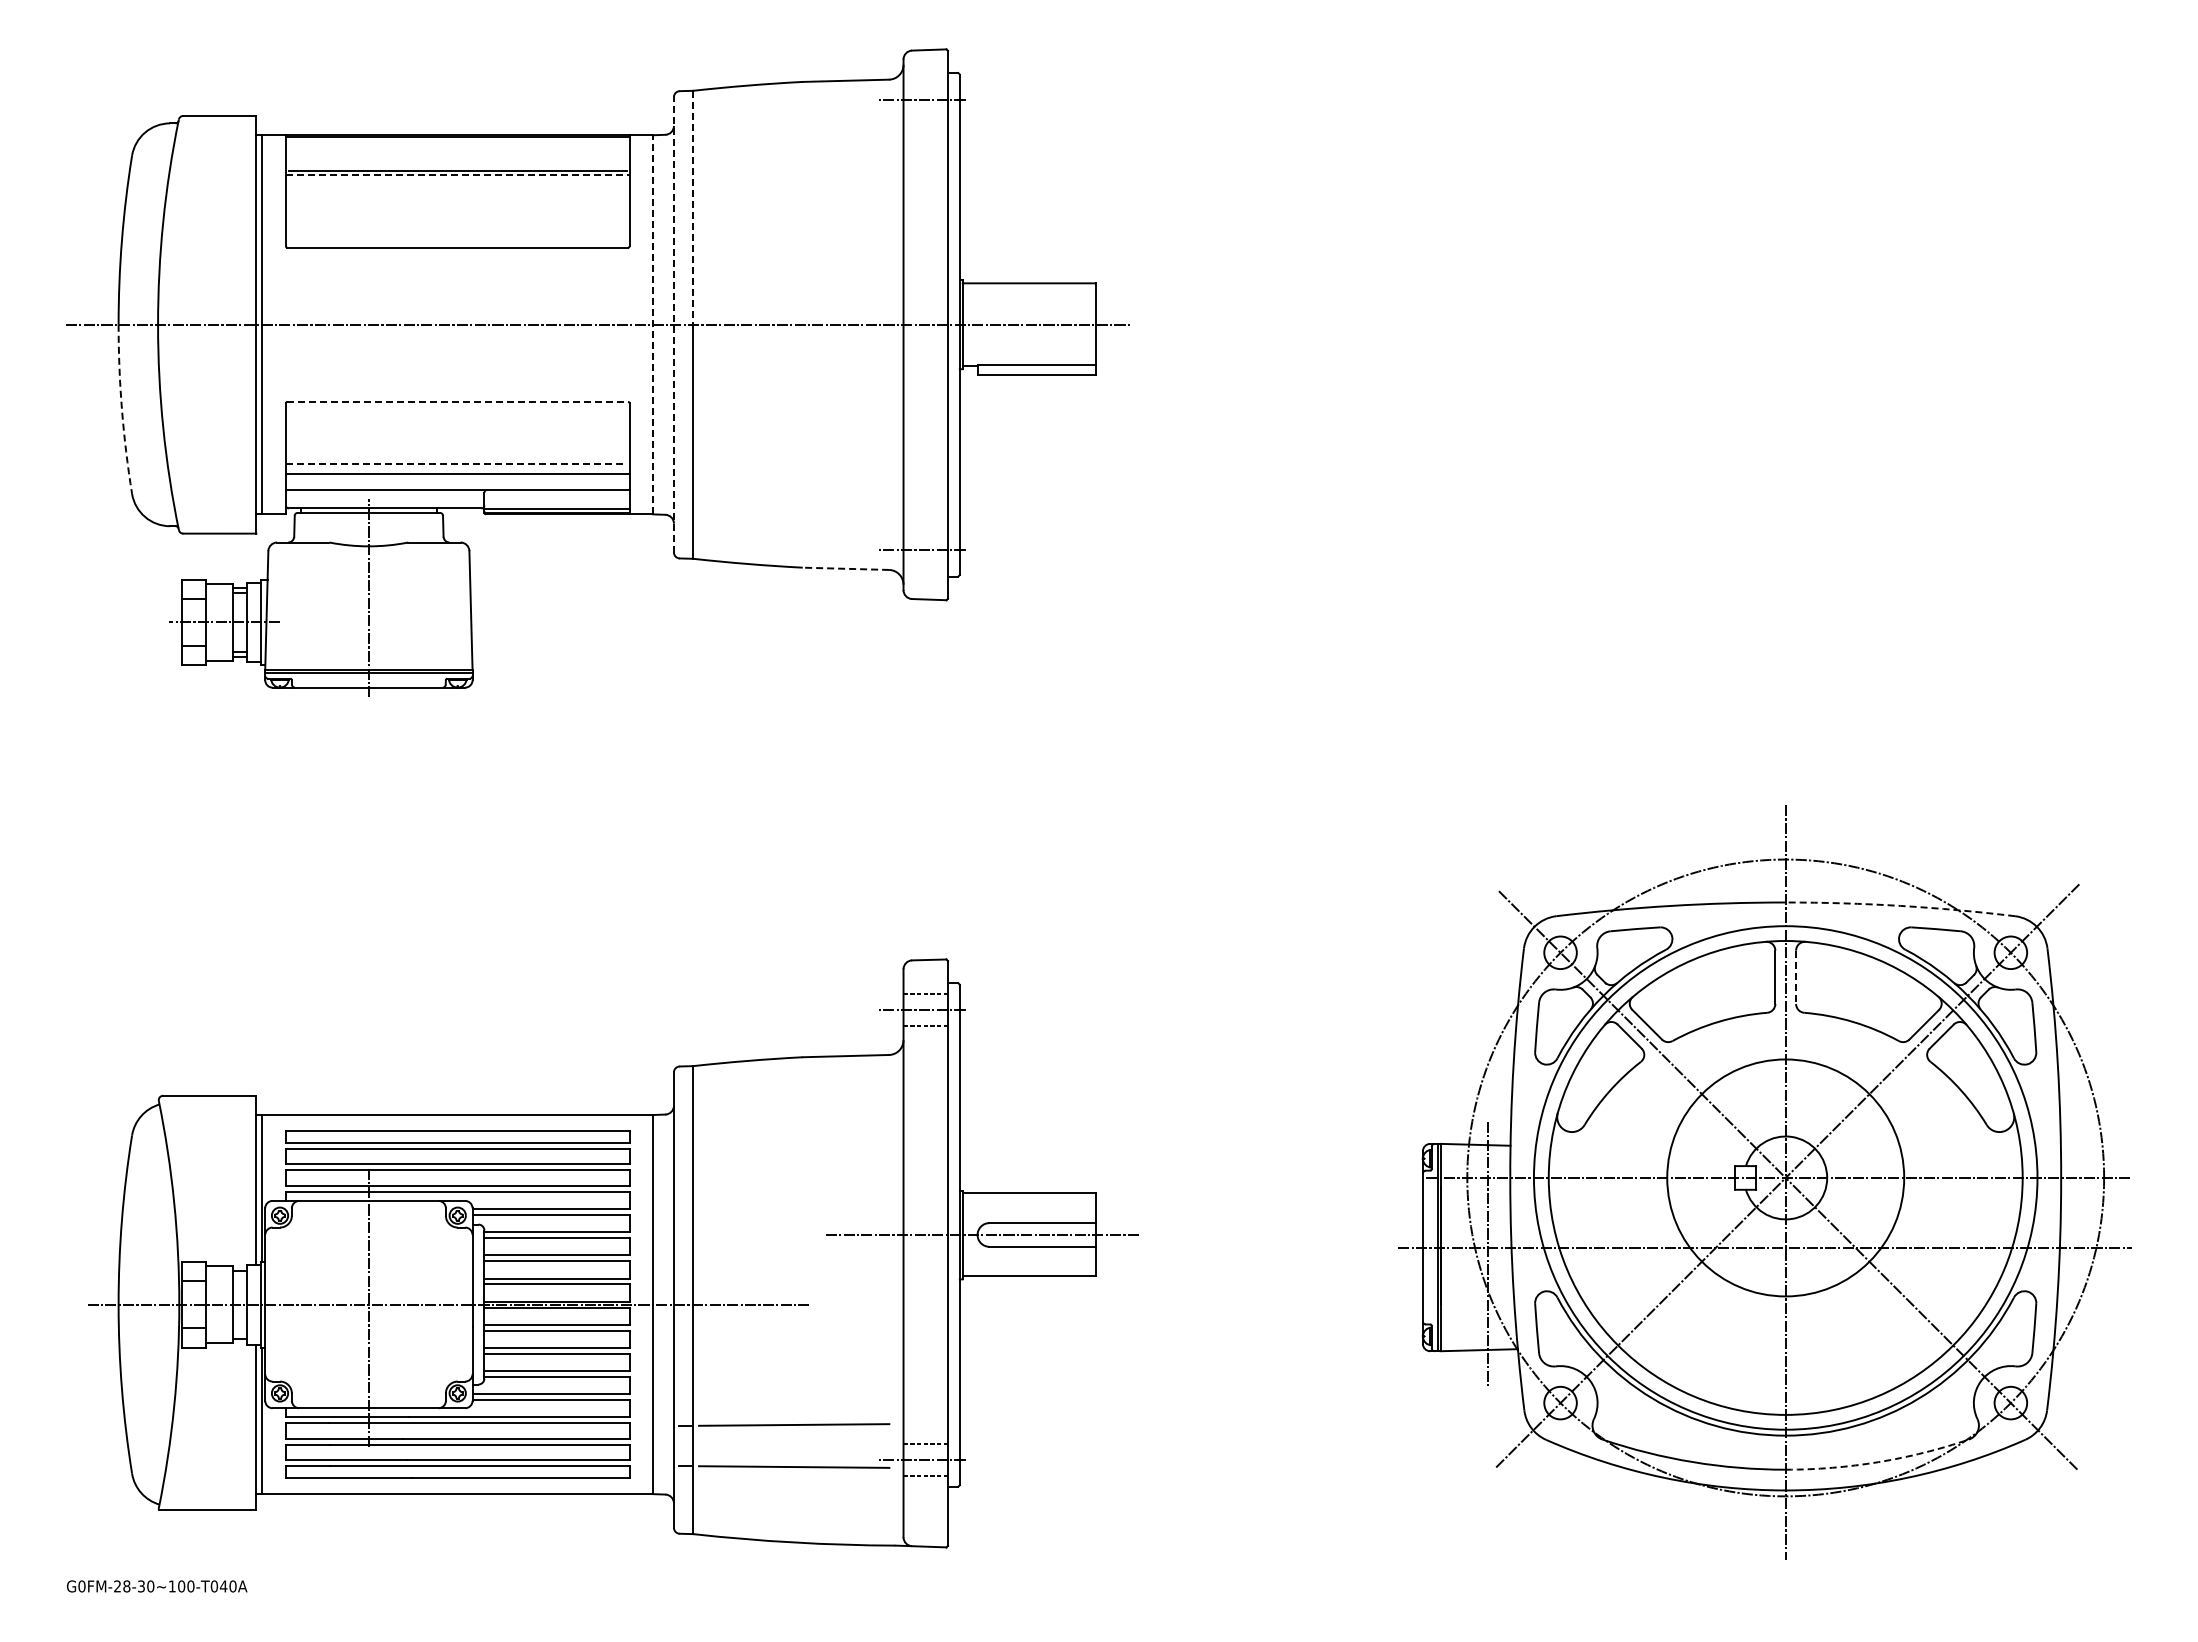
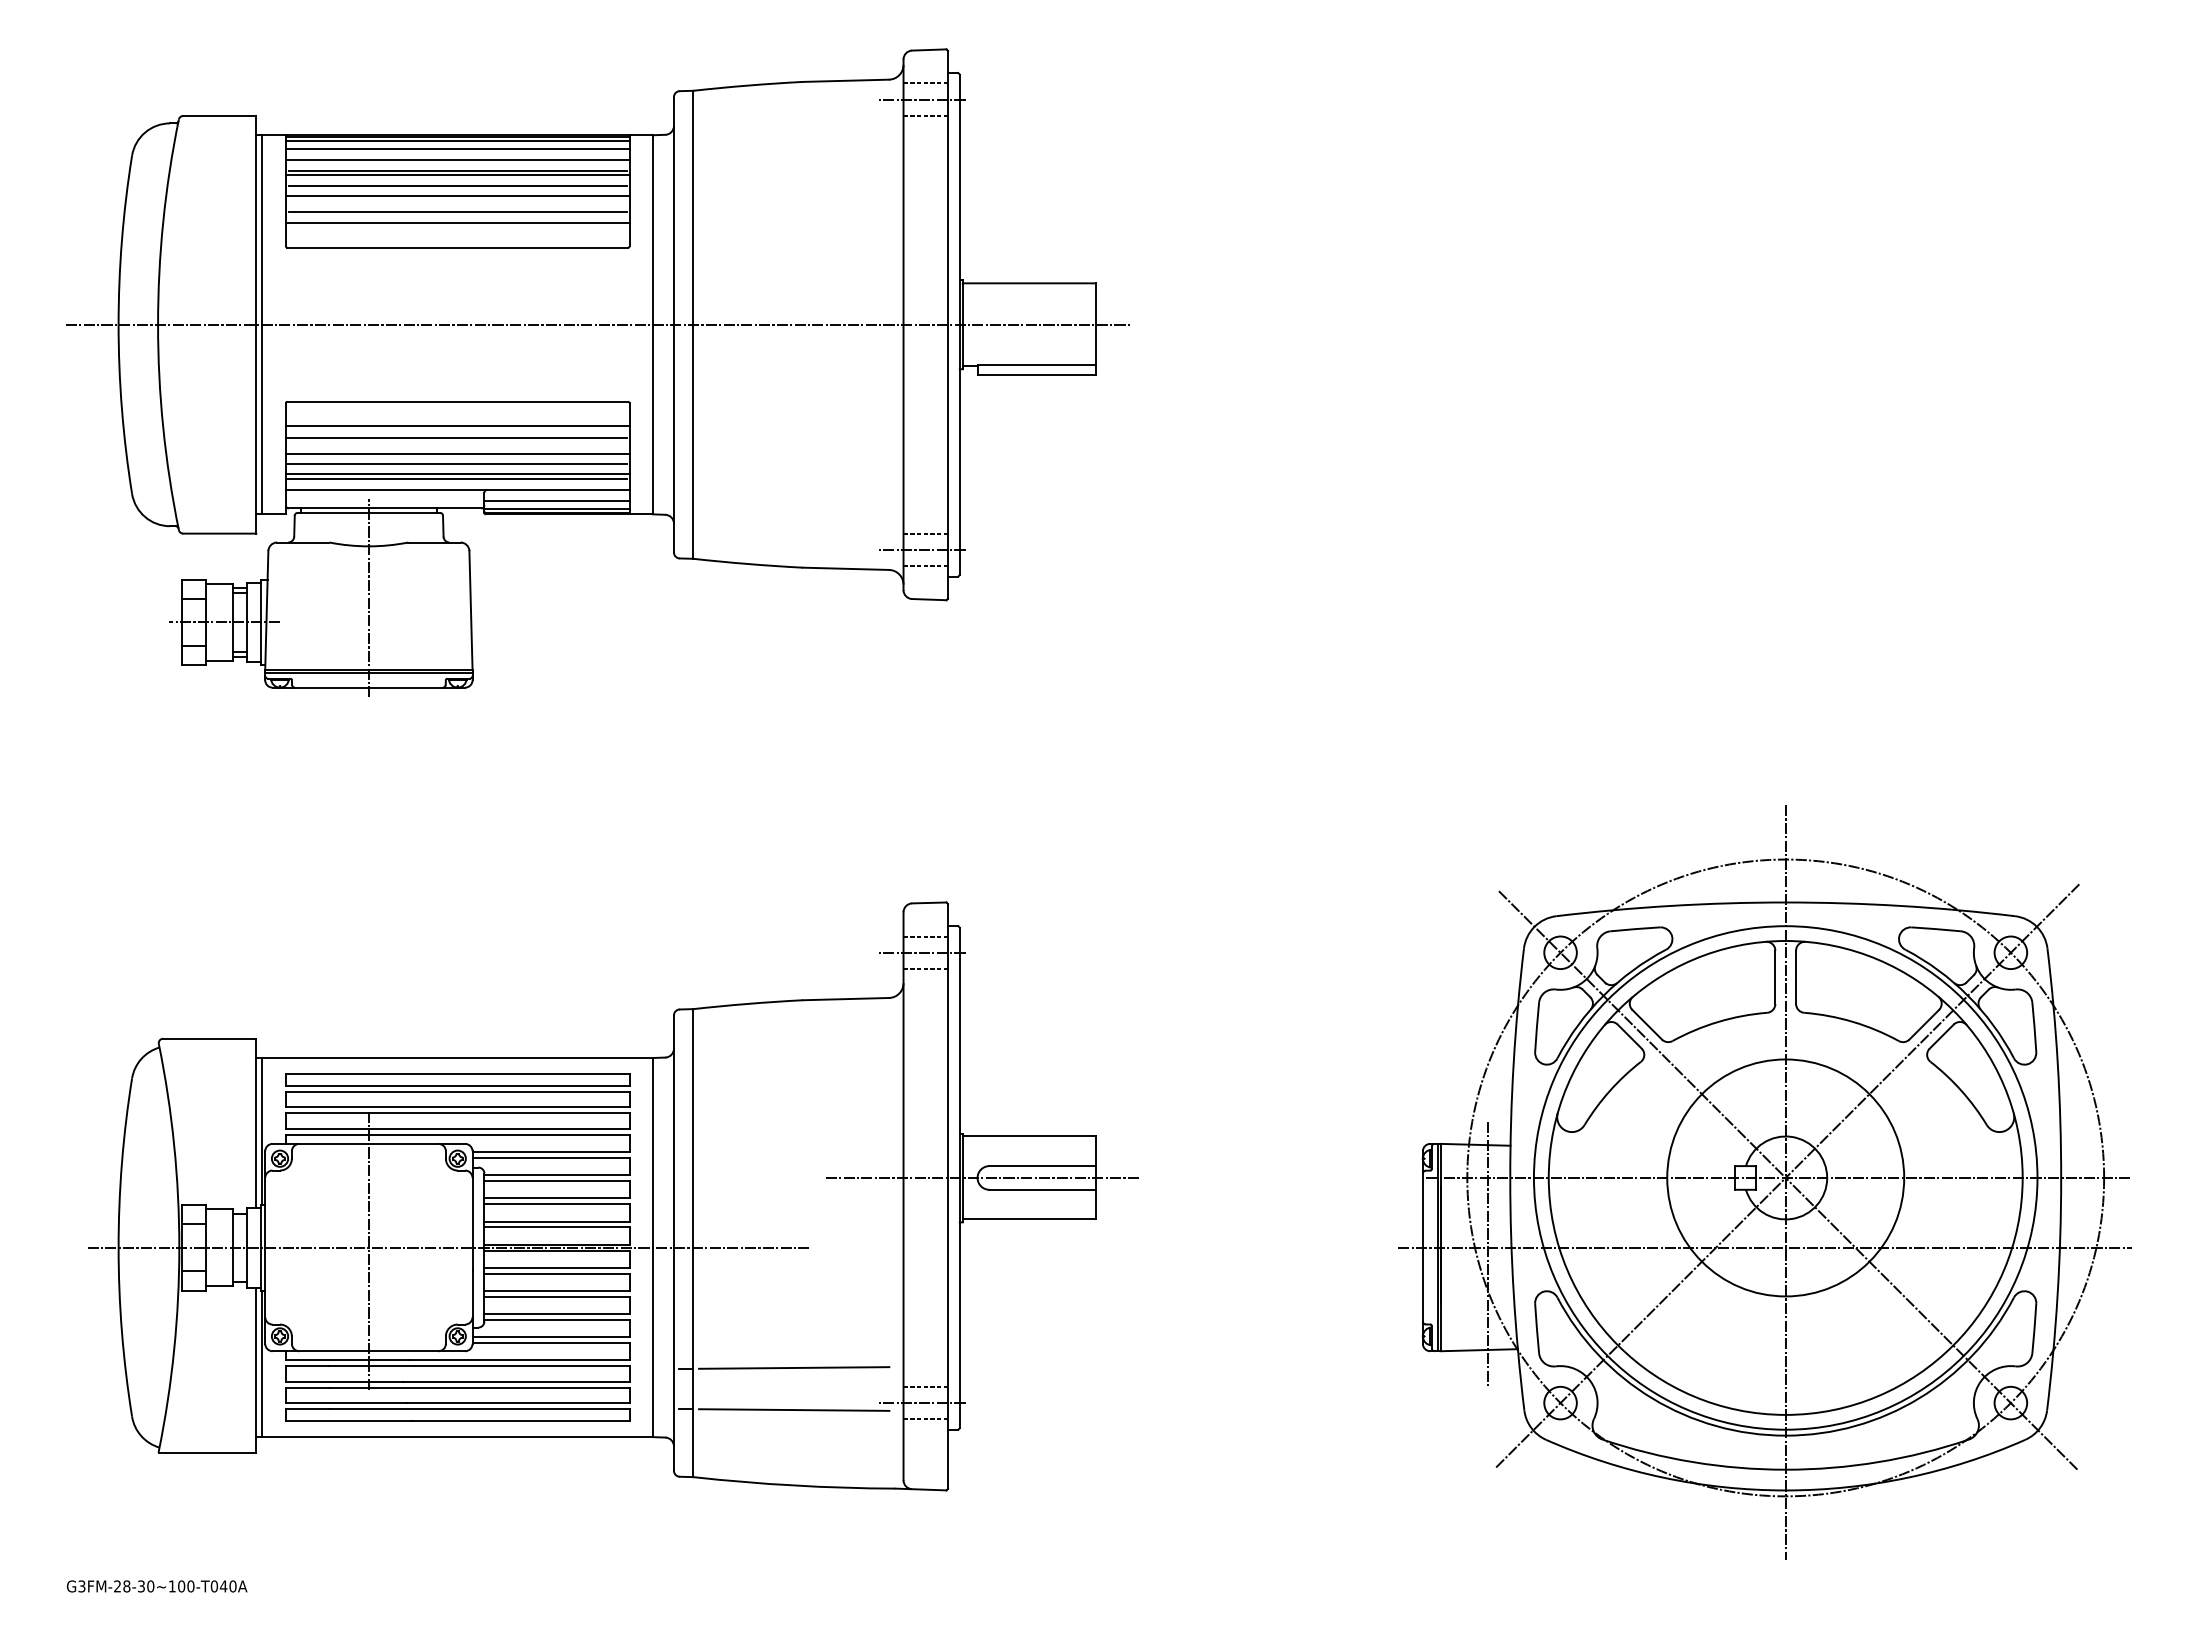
line at (925, 83): none -> present
line at (925, 115): none -> present
line at (457, 141): none -> present
line at (457, 148): none -> present
line at (457, 159): none -> present
line at (457, 175): dashed -> solid
line at (457, 185): none -> present
line at (457, 195): none -> present
line at (693, 207): dashed -> solid
line at (457, 211): none -> present
line at (457, 223): none -> present
line at (653, 324): dashed -> solid
line at (673, 324): dashed -> solid
line at (458, 401): dashed -> solid
arc at (121, 409): dashed -> solid
line at (457, 426): none -> present
line at (455, 437): none -> present
line at (457, 453): none -> present
line at (456, 464): dashed -> solid
line at (455, 478): none -> present
line at (556, 501): none -> present
line at (925, 533): none -> present
line at (925, 566): none -> present
line at (845, 568): dashed -> solid
arc at (1900, 905): dashed -> solid
line at (1796, 977): dashed -> solid
part at (613, 1253) position: (613, 1253) -> (613, 1196)
arc at (1878, 1462): dashed -> solid
text at (81, 1586): G0FM-28-30~100-T040A -> G3FM-28-30~100-T040A
